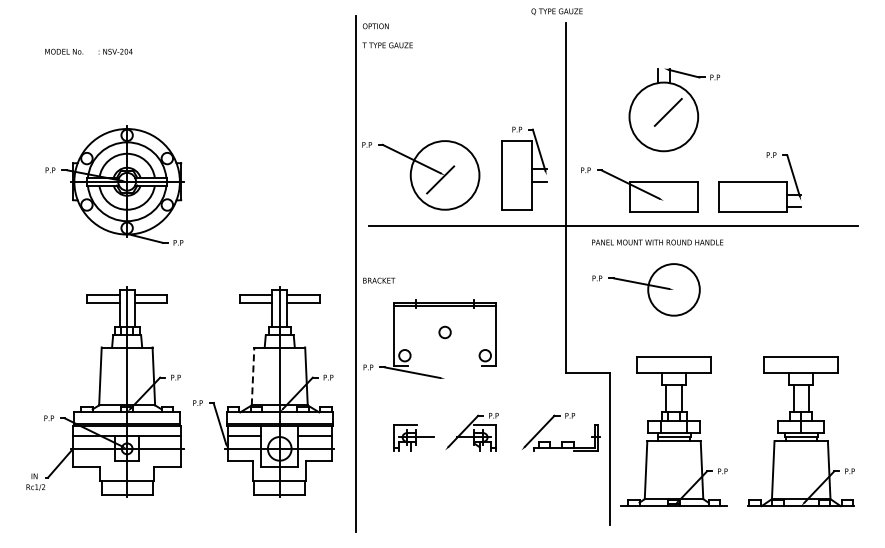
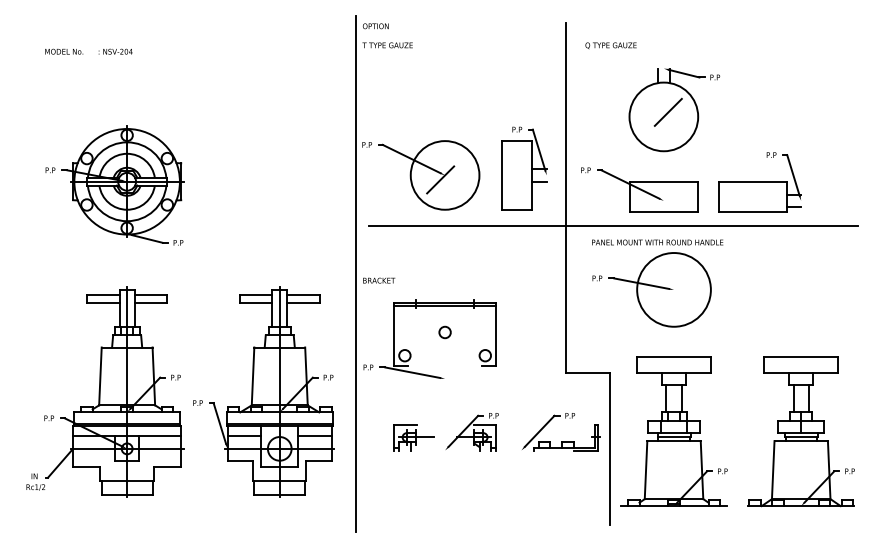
text at (556, 11) position: (556, 11) -> (610, 45)
circle at (673, 289) diameter: 52 px -> 74 px
line at (253, 376): dashed -> solid
